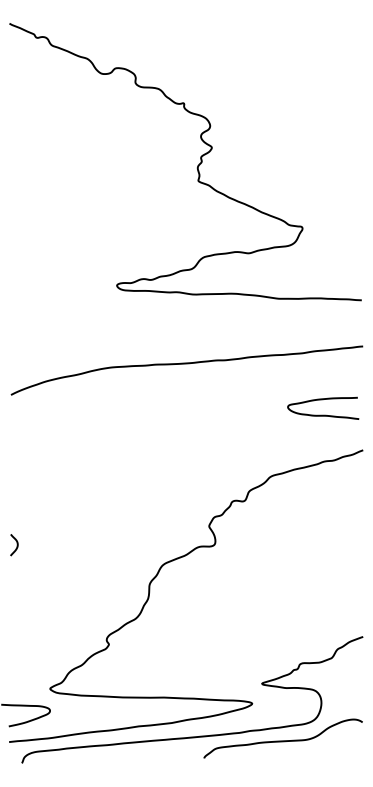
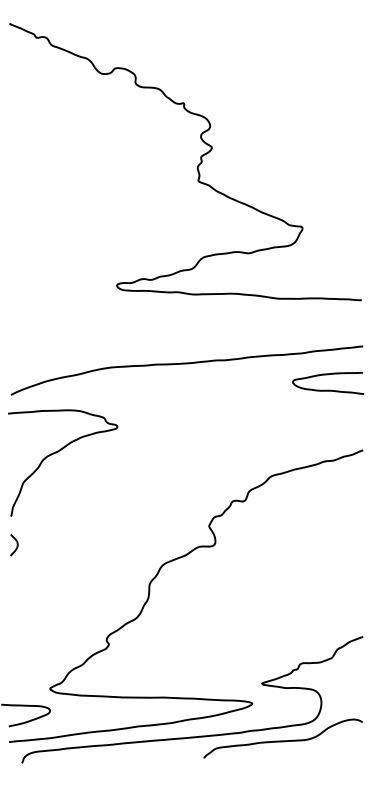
curve at (323, 400) position: (323, 400) -> (328, 375)
part at (58, 452): none -> present
